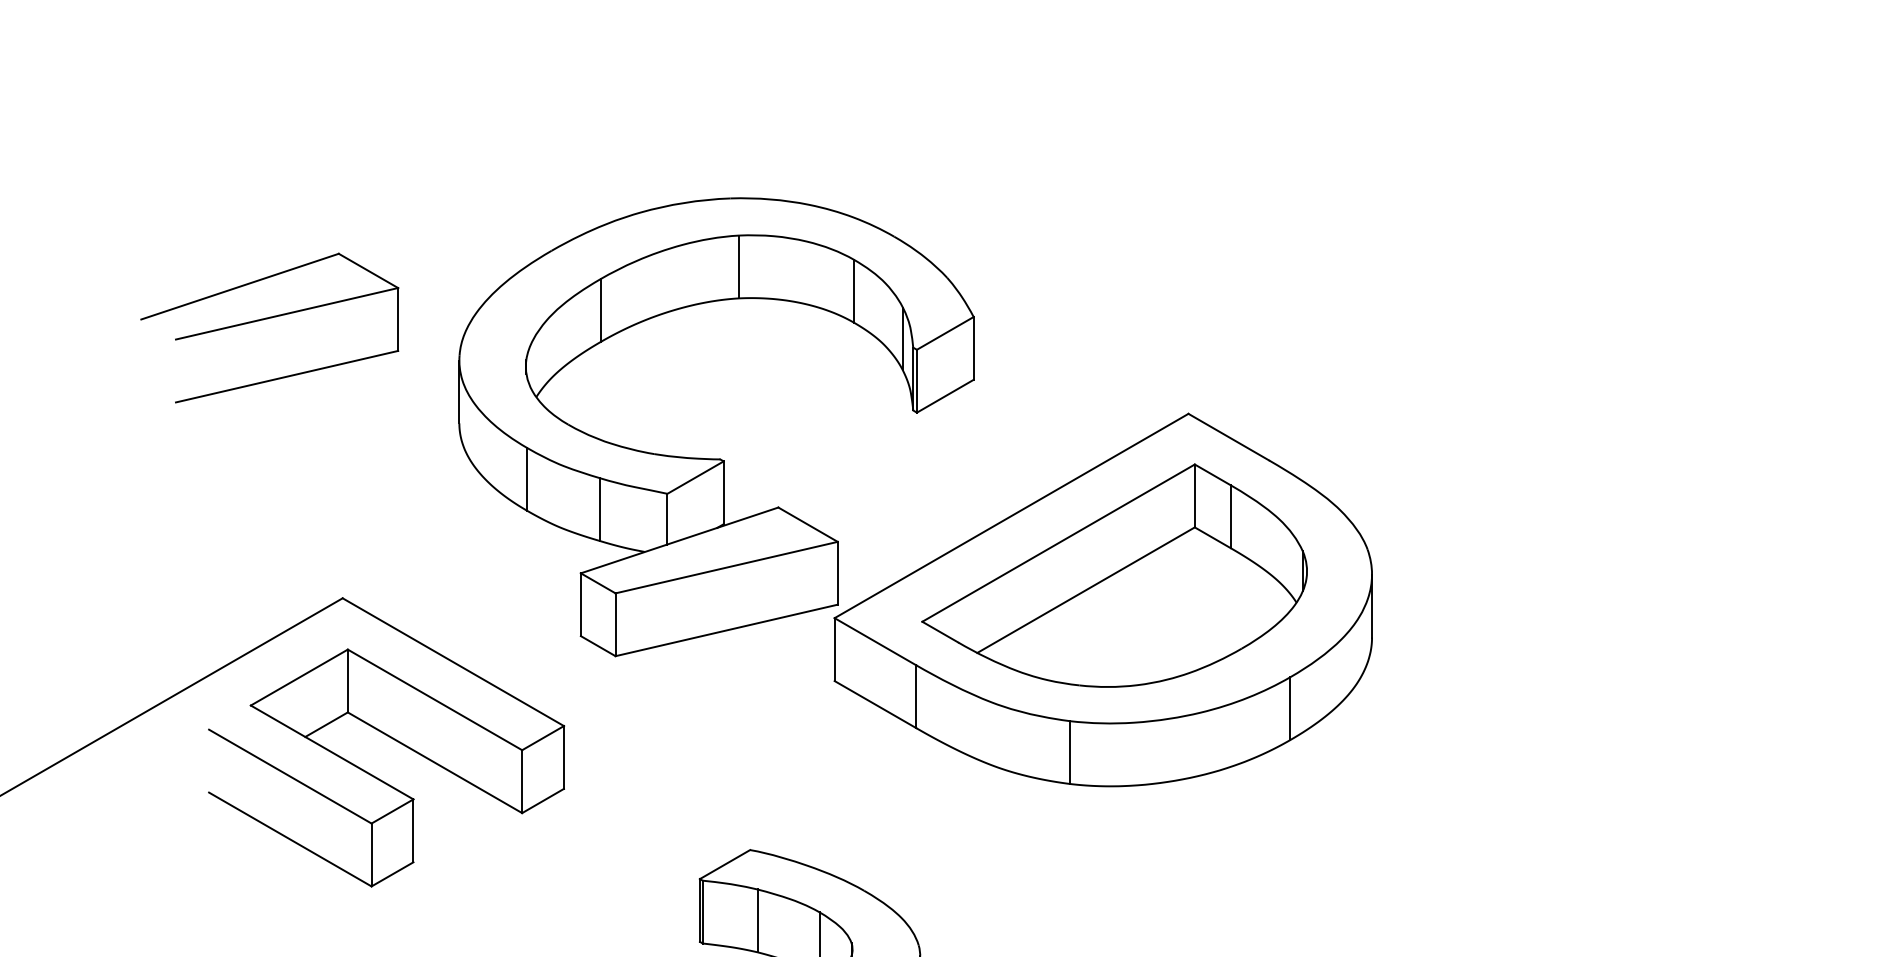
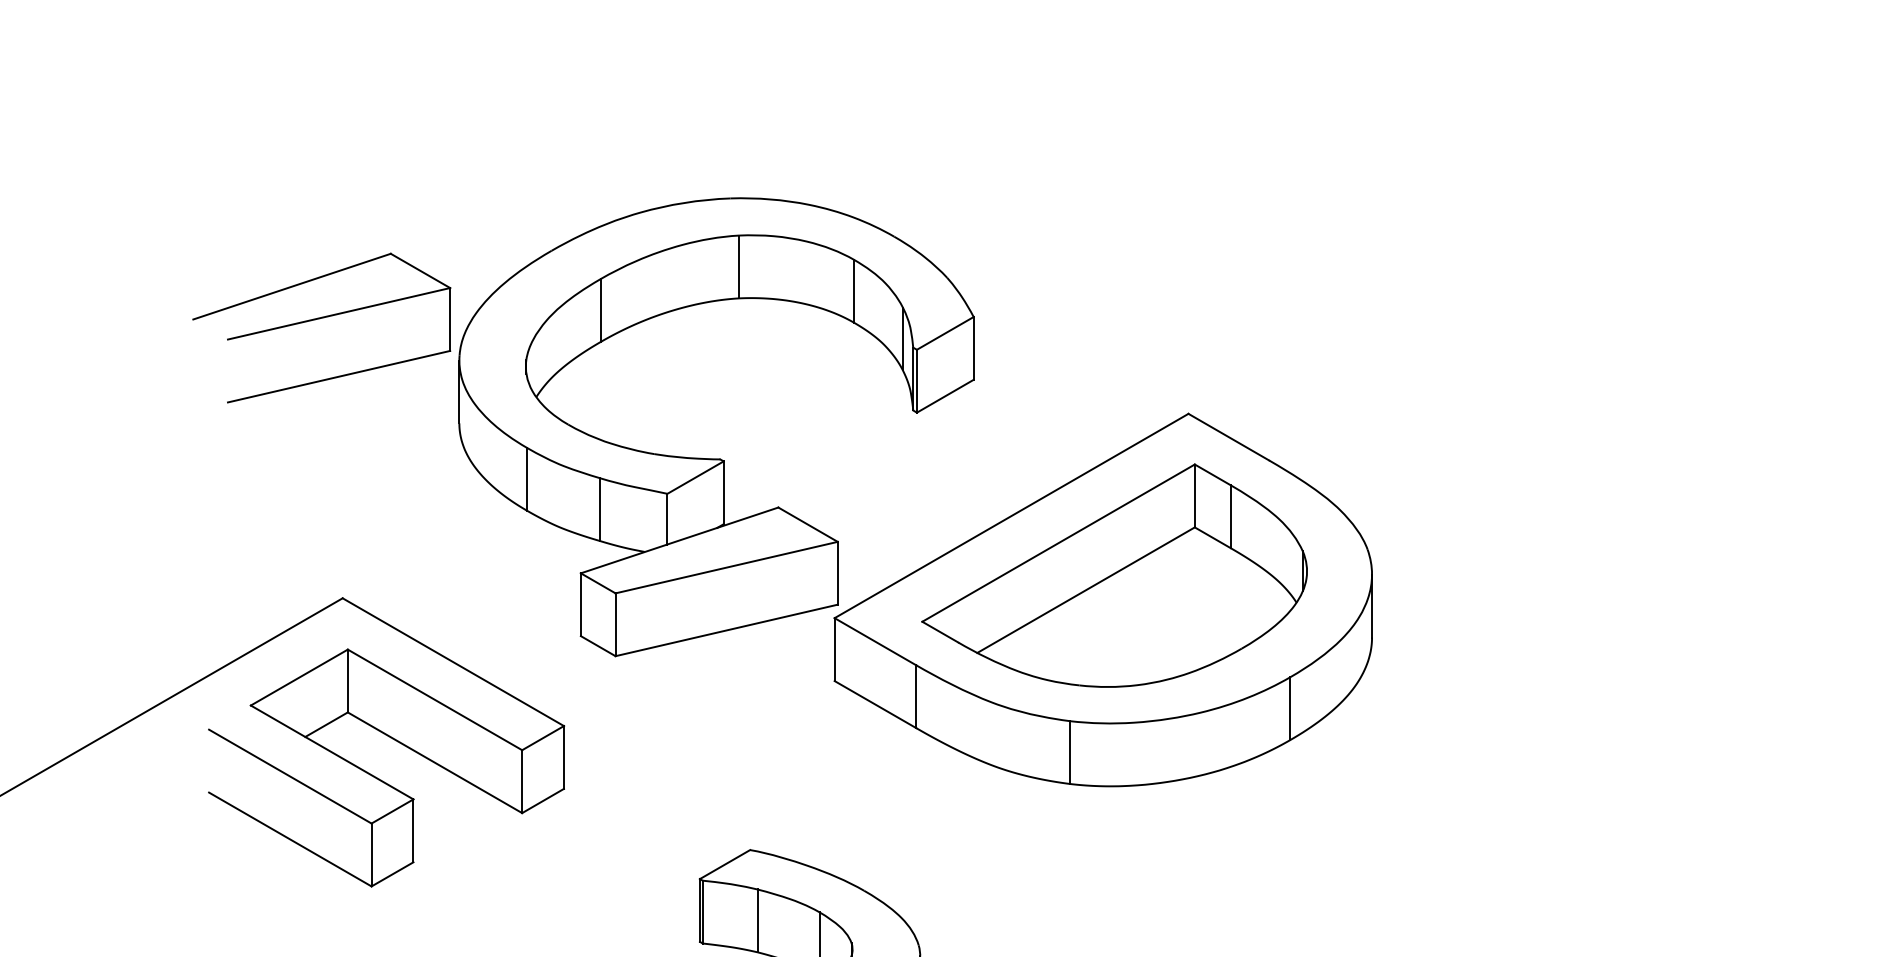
part at (267, 319) position: (267, 319) -> (319, 319)
